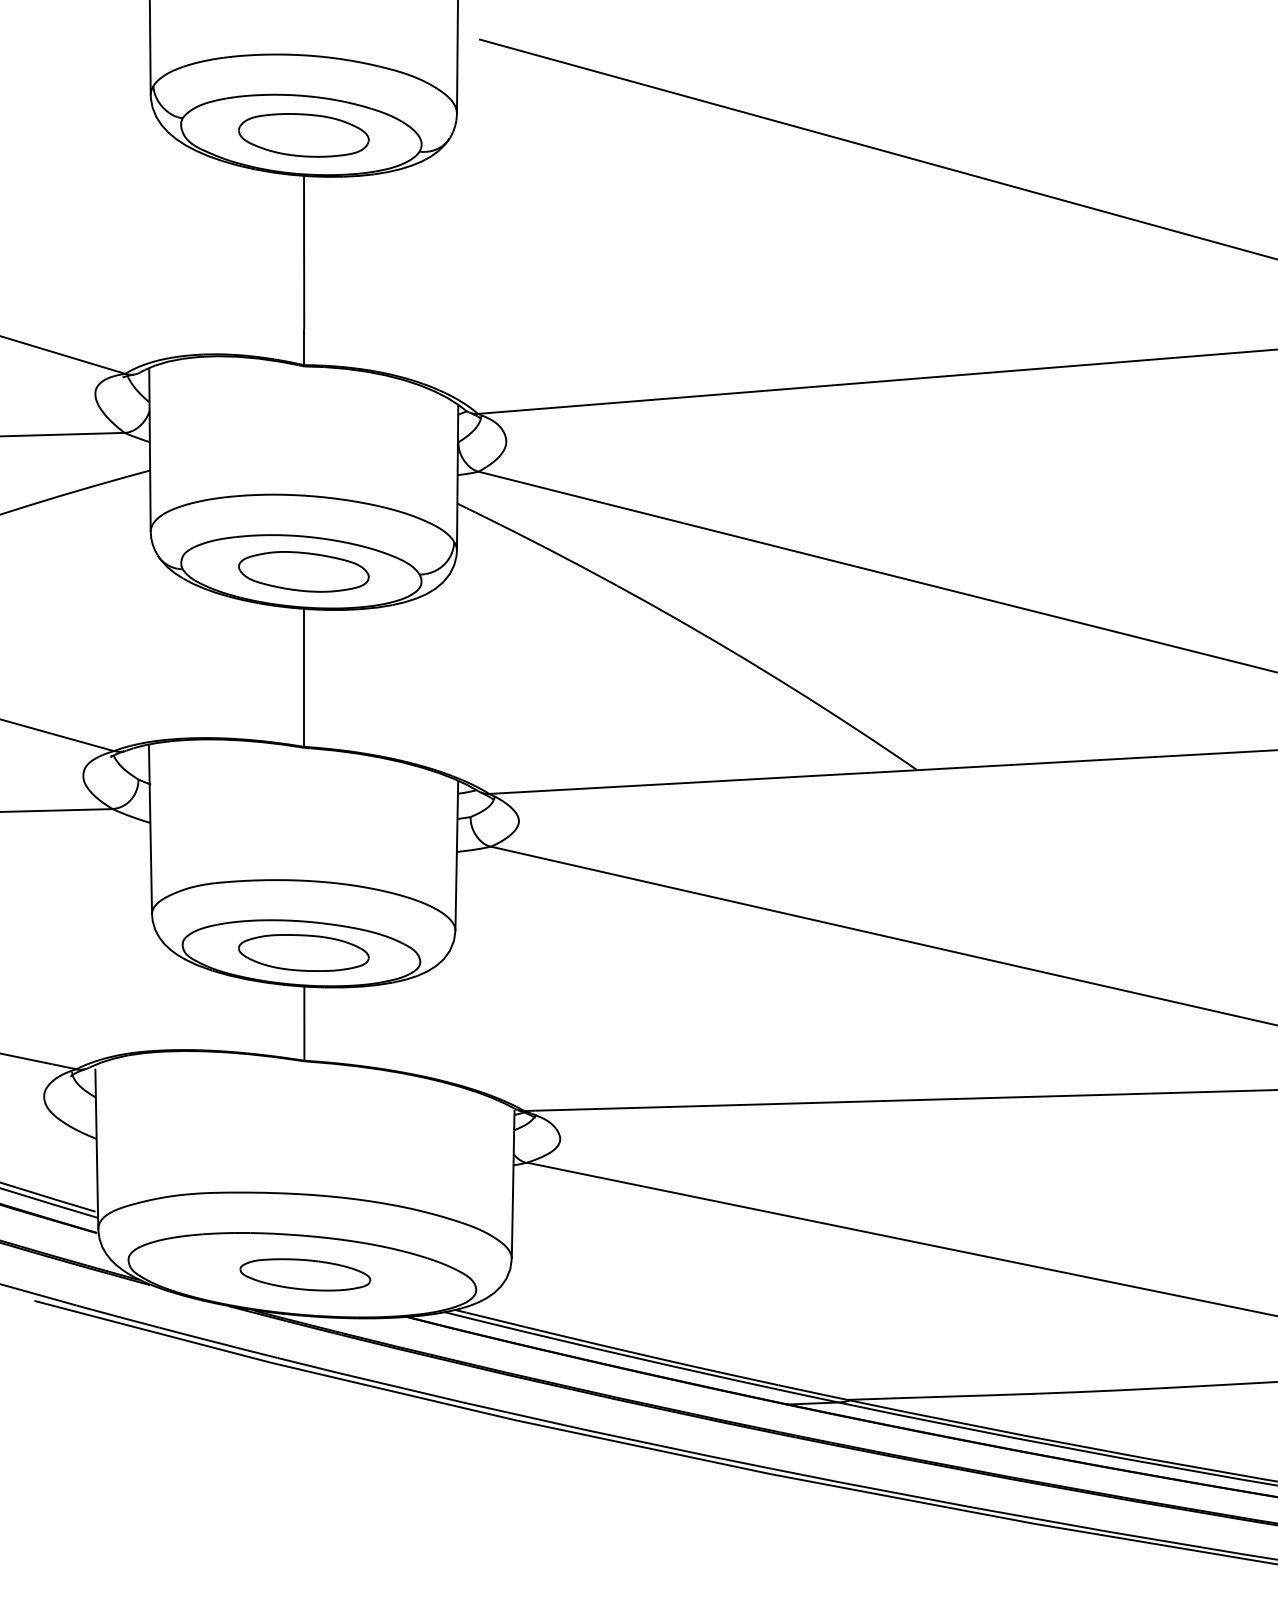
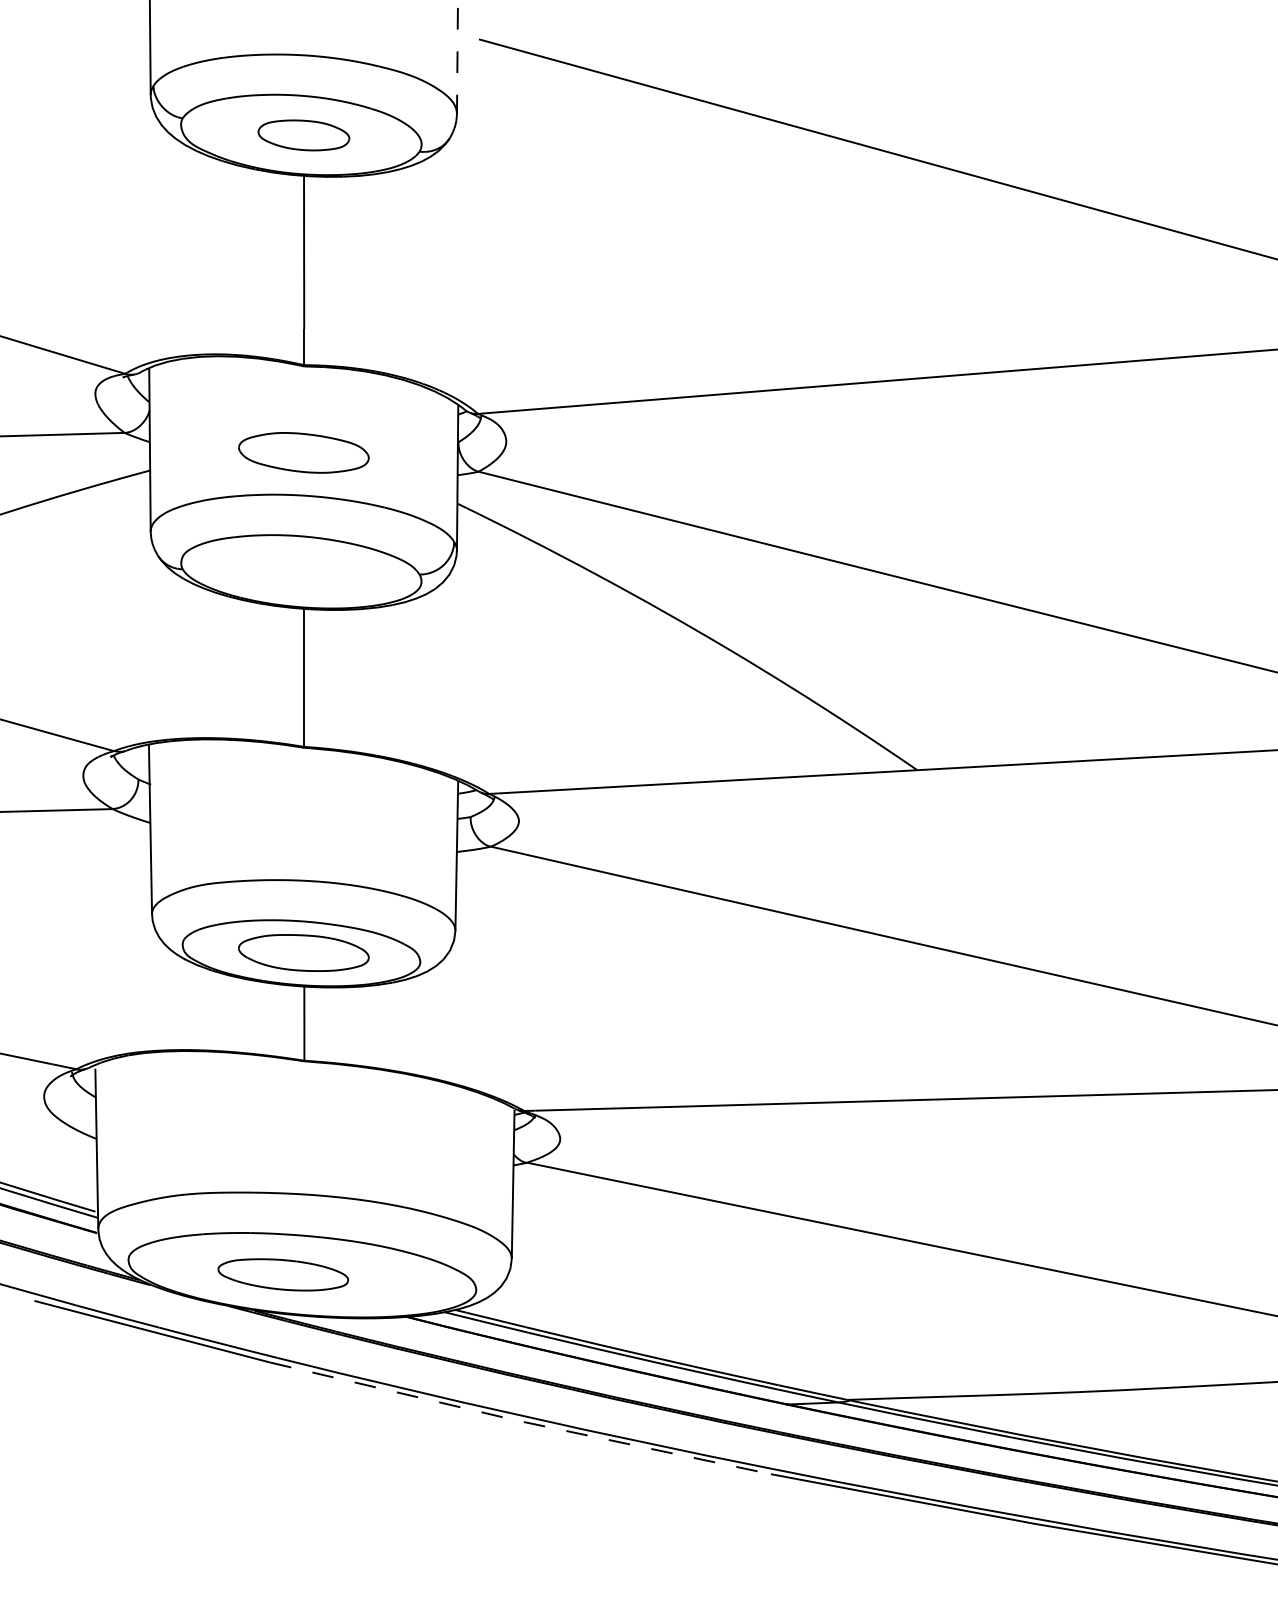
line at (457, 57): solid -> dashed
part at (303, 135) size: 132x45 px -> 94x33 px
part at (303, 571) position: (303, 571) -> (303, 452)
part at (305, 1274) position: (305, 1274) -> (283, 1274)
line at (519, 1421): solid -> dashed
